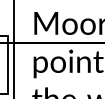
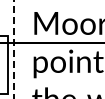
line at (14, 49): solid -> dashed
